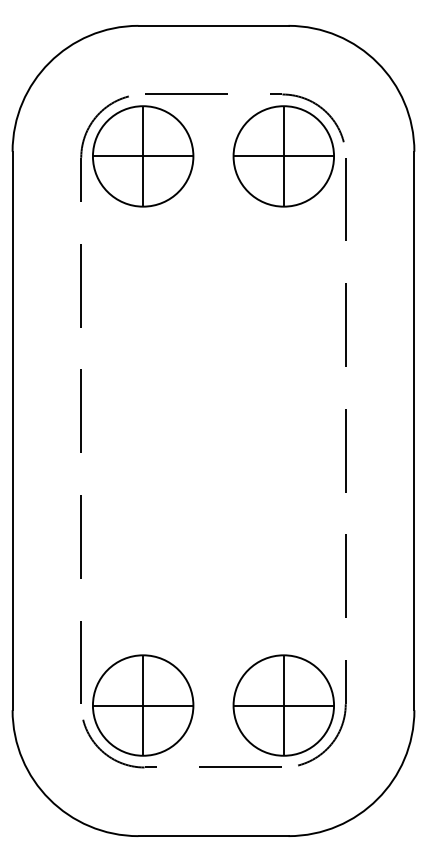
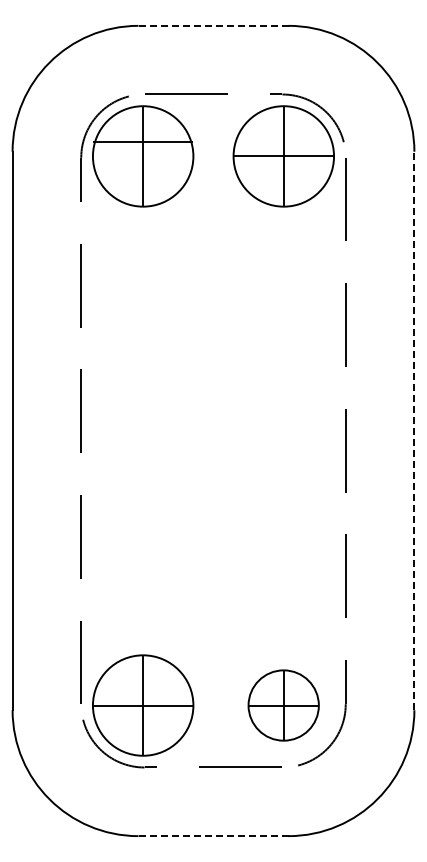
line at (213, 25): solid -> dashed
line at (142, 156) position: (142, 156) -> (142, 142)
line at (414, 430): solid -> dashed
part at (283, 705) size: 103x103 px -> 73x73 px
line at (213, 836): solid -> dashed
